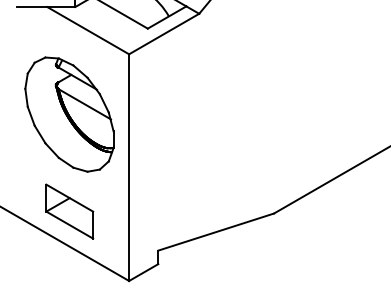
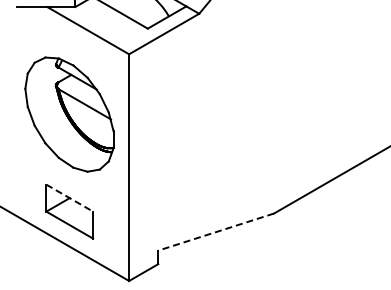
line at (69, 198): solid -> dashed
line at (216, 232): solid -> dashed
